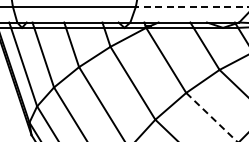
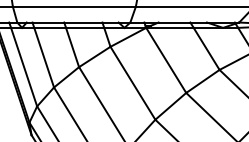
line at (191, 6): dashed -> solid
line at (211, 117): dashed -> solid
